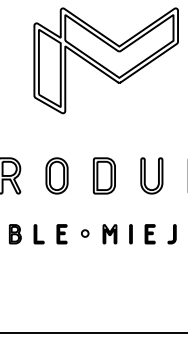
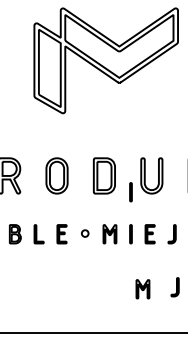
line at (130, 192): none -> present
part at (174, 287): none -> present
part at (142, 289): none -> present
